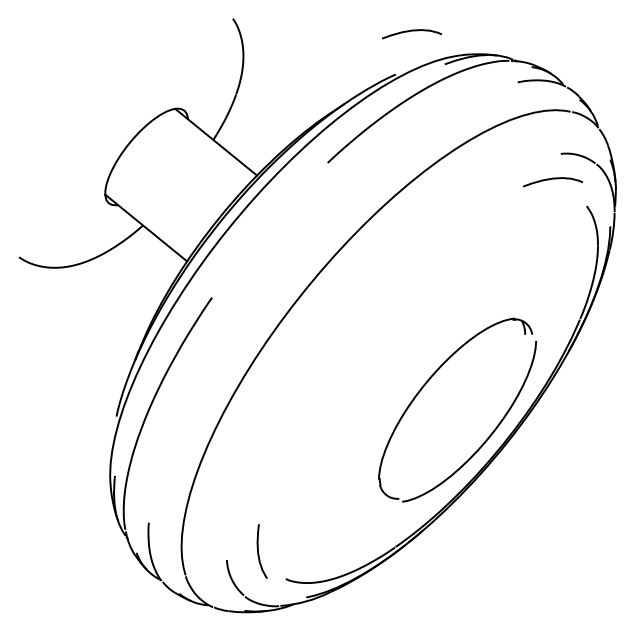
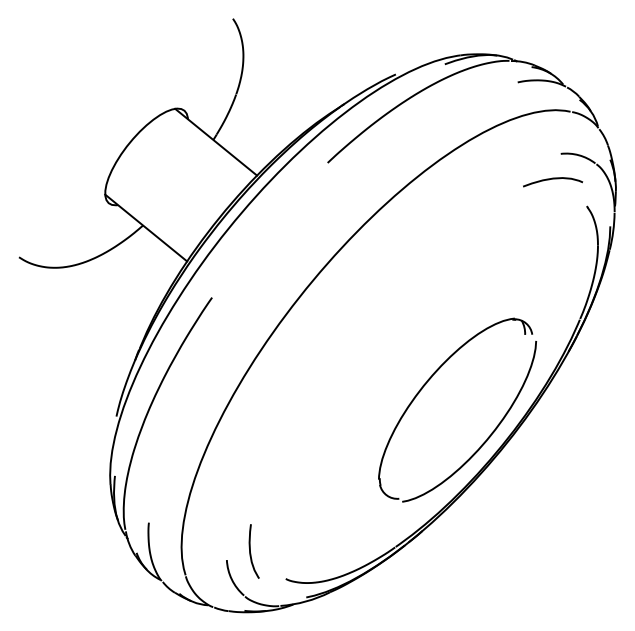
curve at (412, 31): present -> none
curve at (259, 553) position: (259, 553) -> (251, 553)
